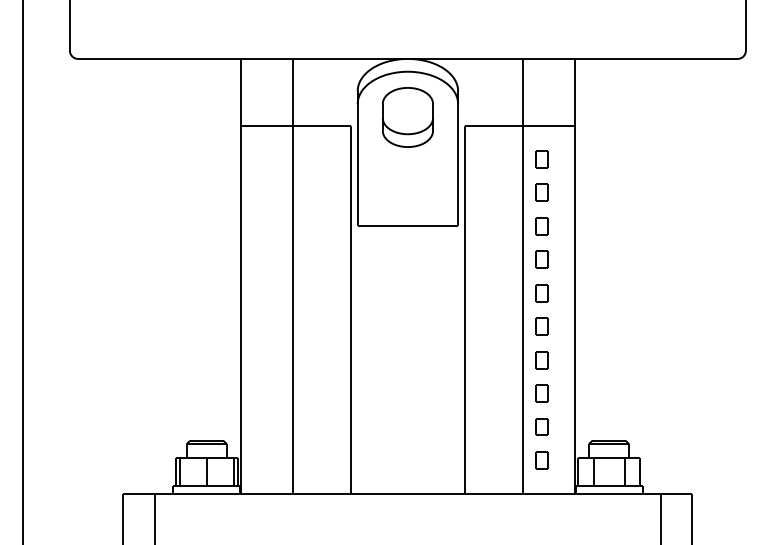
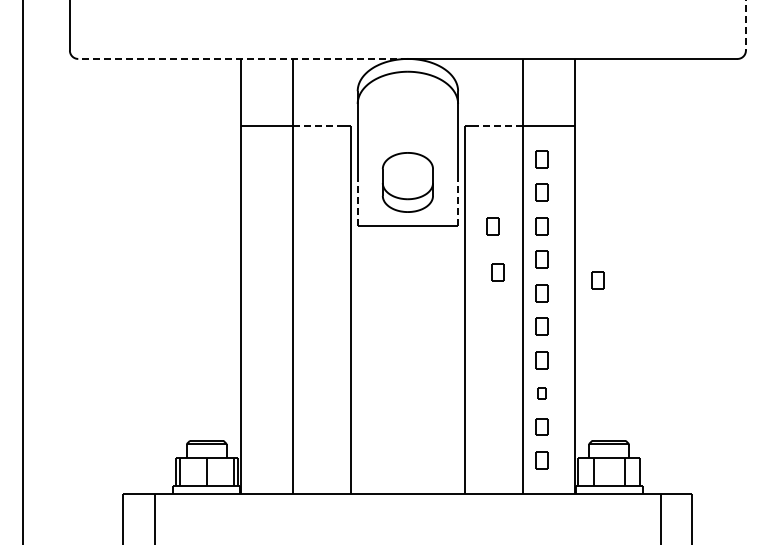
line at (745, 25): solid -> dashed
line at (243, 58): solid -> dashed
part at (407, 117) position: (407, 117) -> (407, 182)
line at (315, 125): solid -> dashed
line at (500, 125): solid -> dashed
line at (357, 200): solid -> dashed
line at (458, 200): solid -> dashed
part at (492, 226): none -> present
part at (497, 272): none -> present
part at (597, 280): none -> present
part at (541, 393) size: 14x19 px -> 10x13 px
